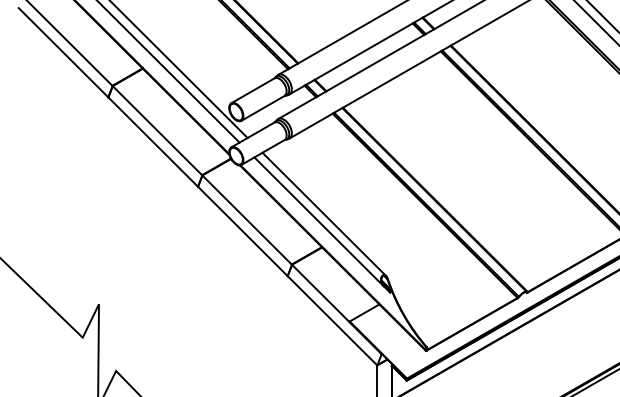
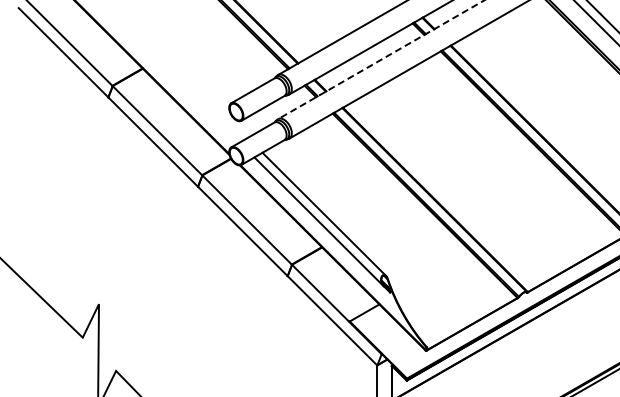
line at (381, 59): solid -> dashed
line at (179, 69): present -> none
line at (168, 72): present -> none
